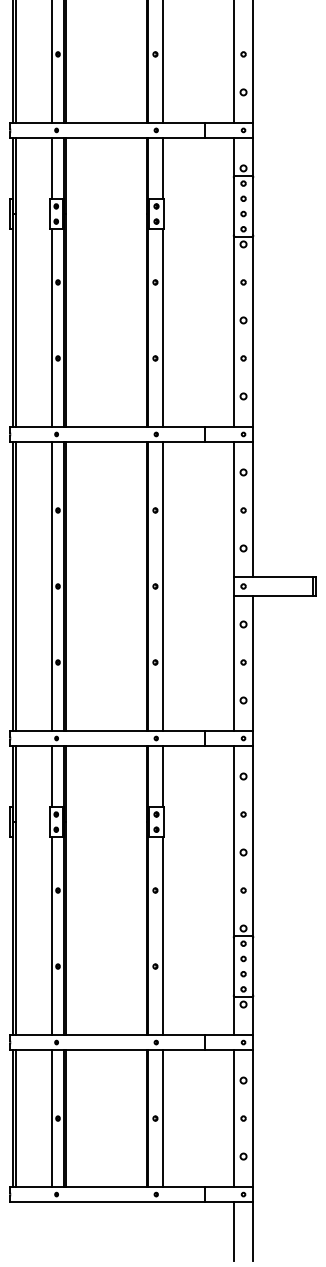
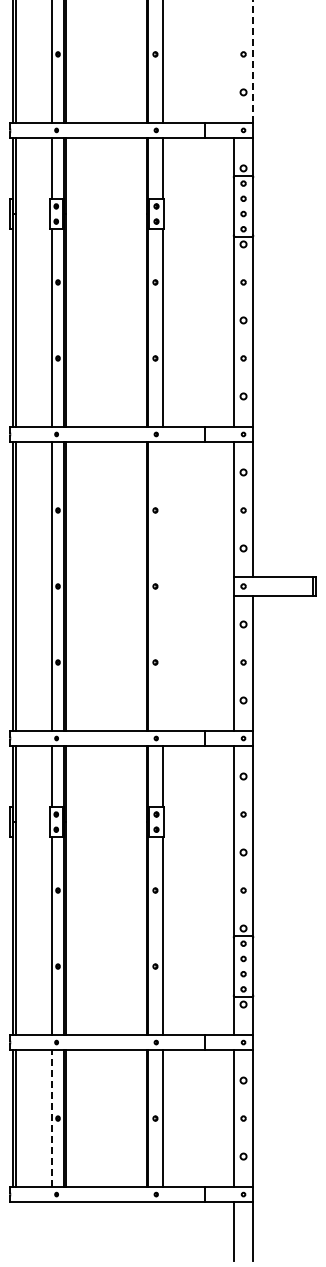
line at (253, 61): solid -> dashed
line at (233, 62): present -> none
line at (162, 586): present -> none
line at (51, 1118): solid -> dashed
